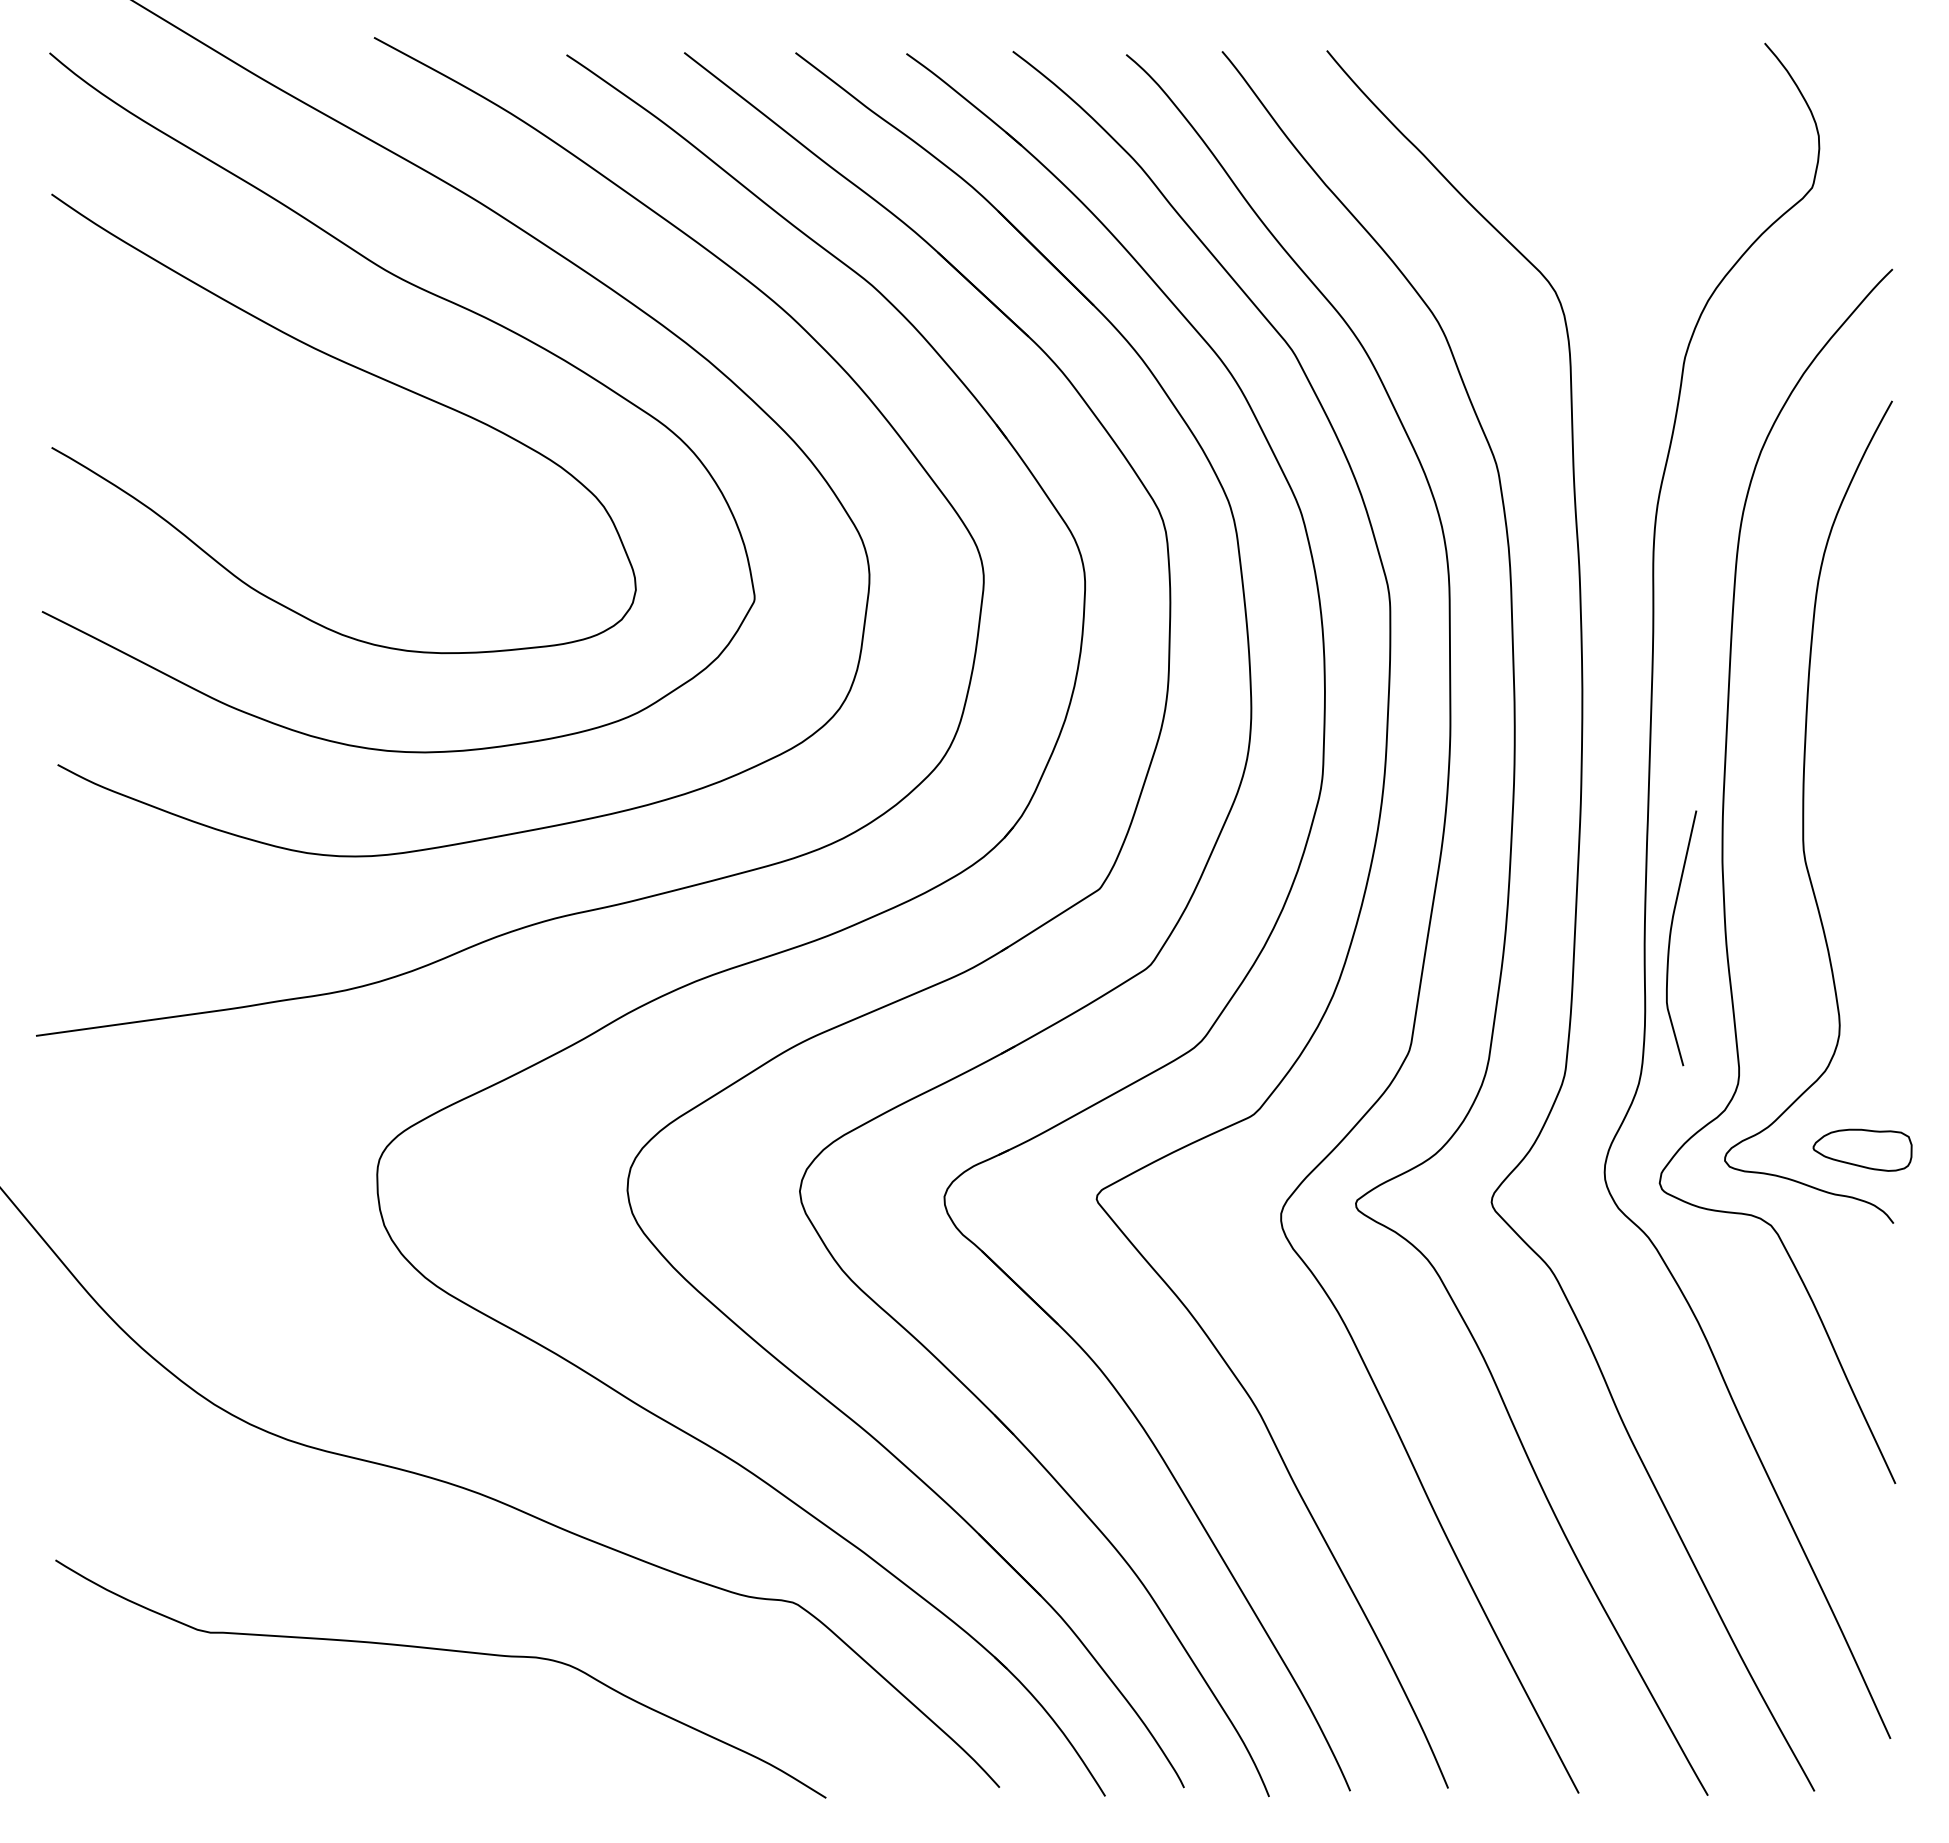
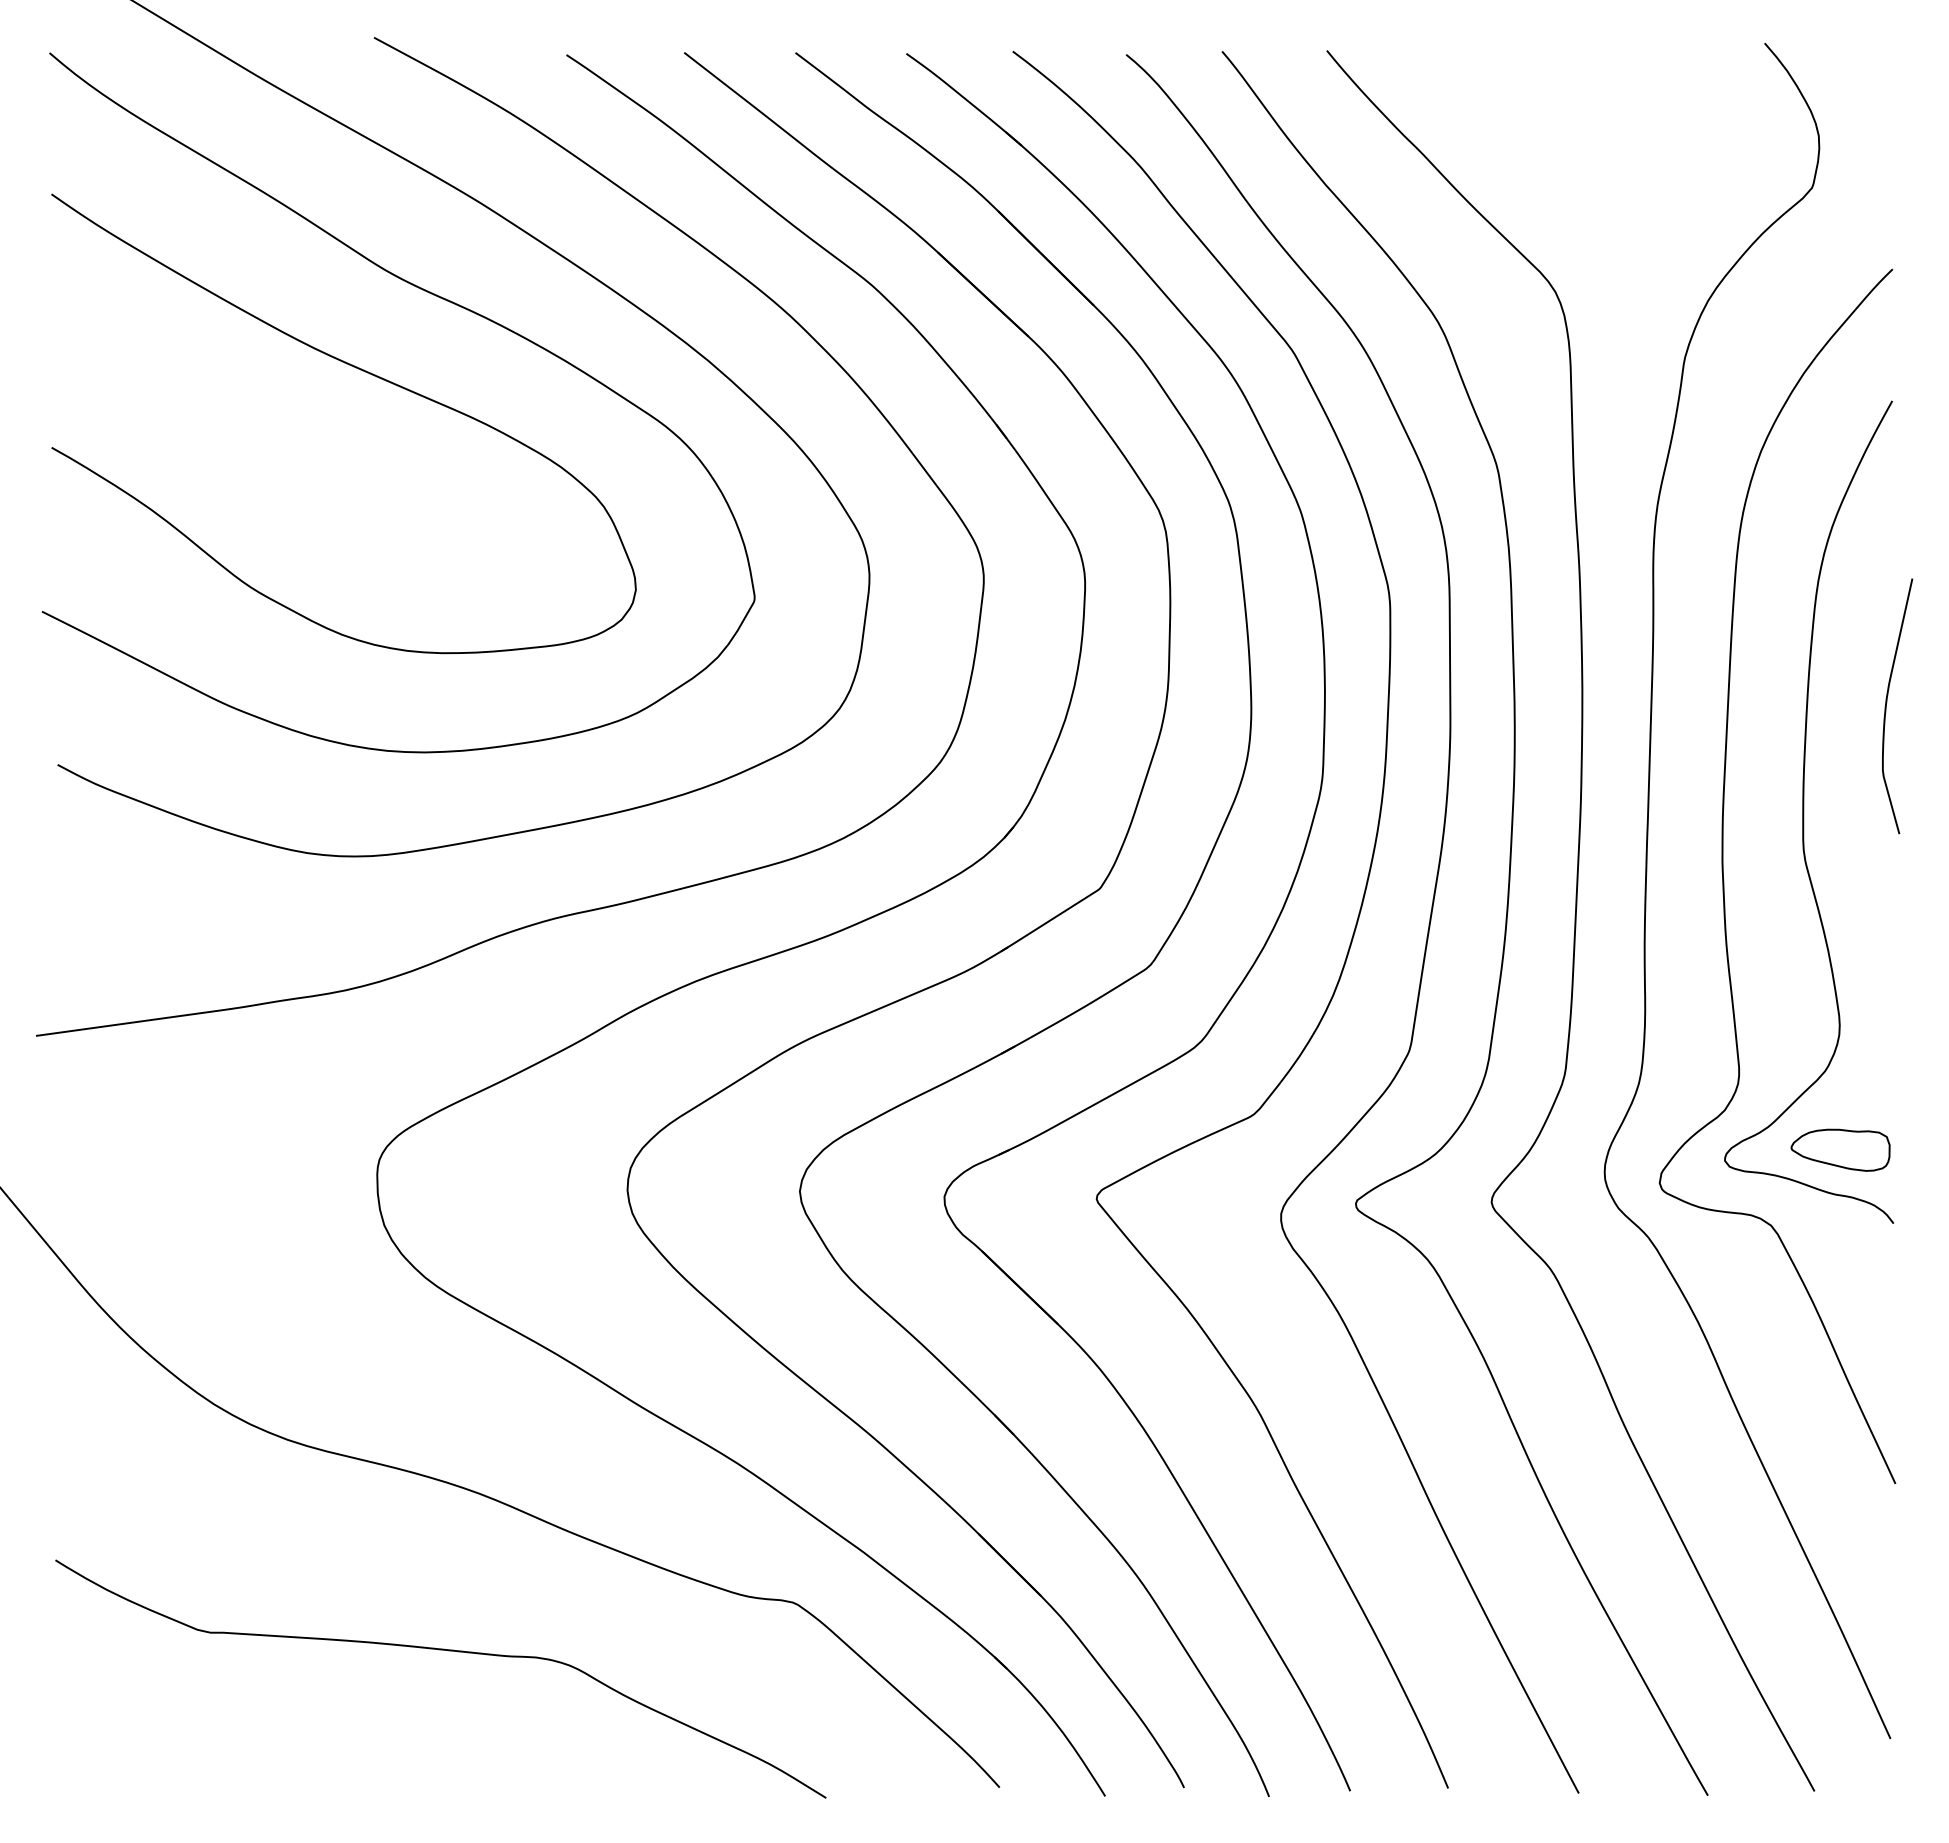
curve at (1671, 934) position: (1671, 934) -> (1887, 702)
part at (1862, 1149) position: (1862, 1149) -> (1840, 1149)
